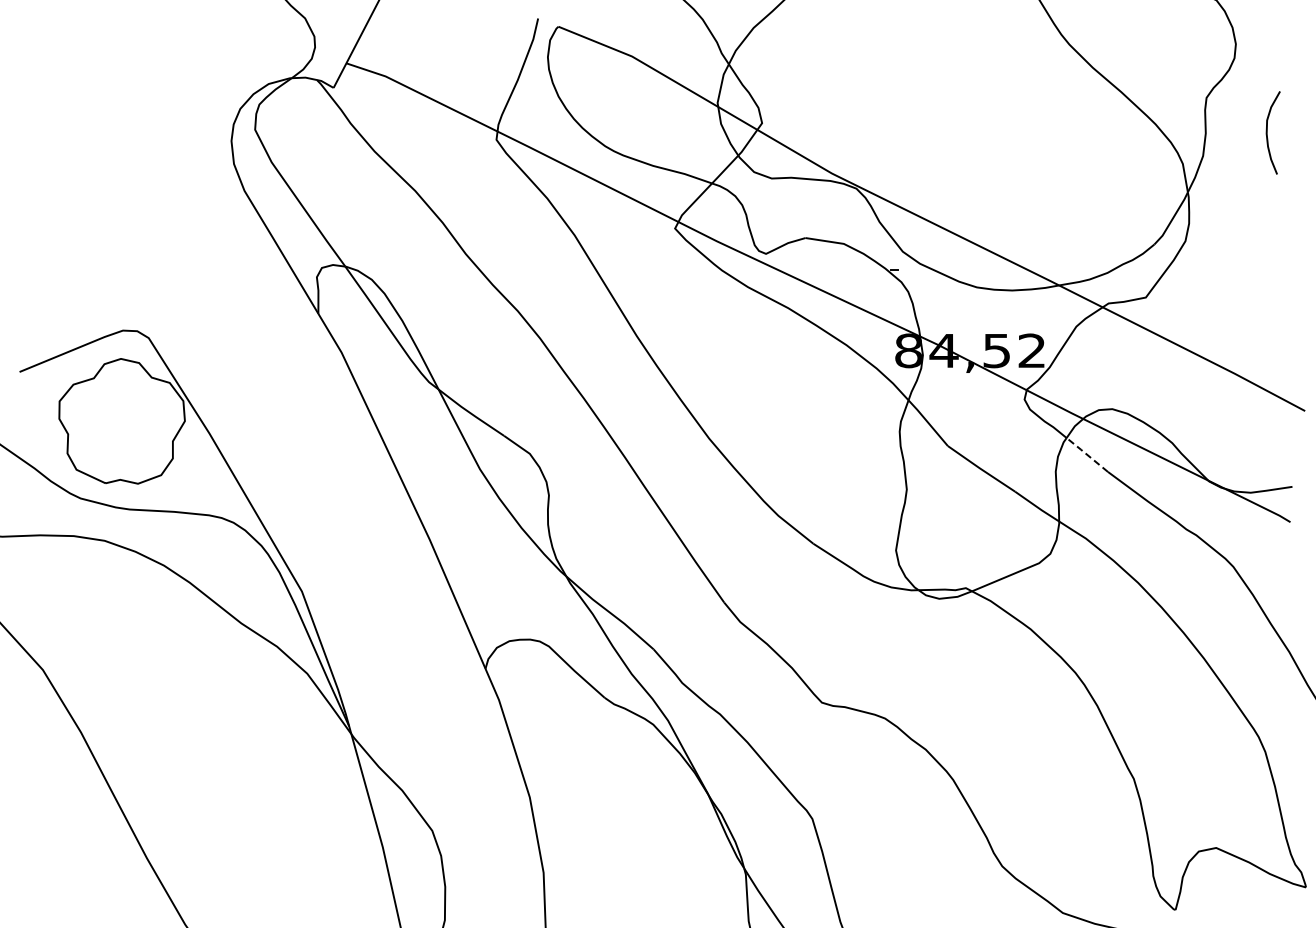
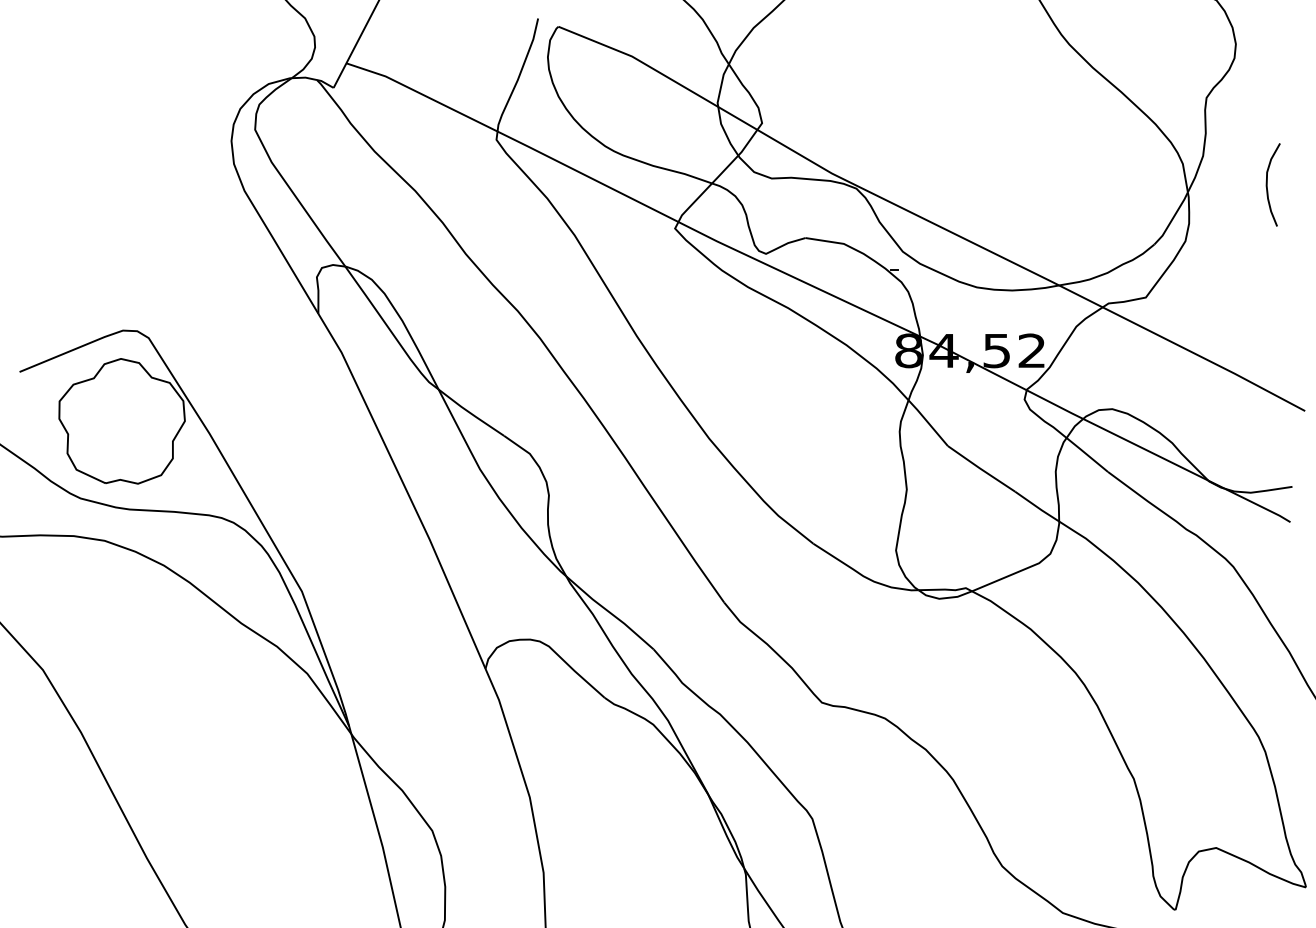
curve at (1267, 132) position: (1267, 132) -> (1267, 184)
line at (1086, 454): dashed -> solid
